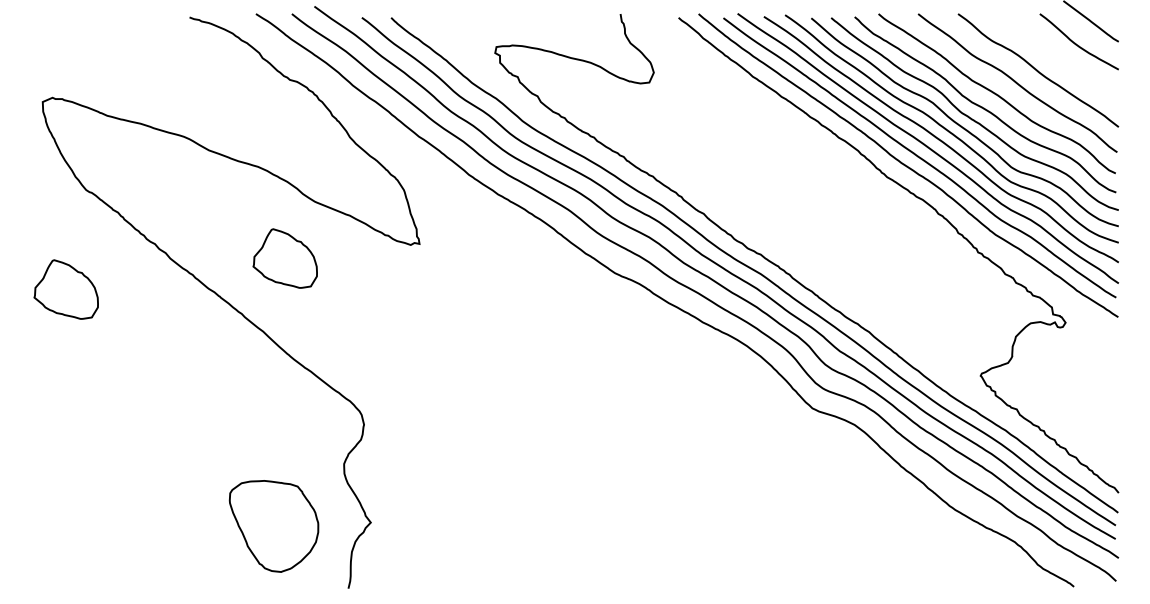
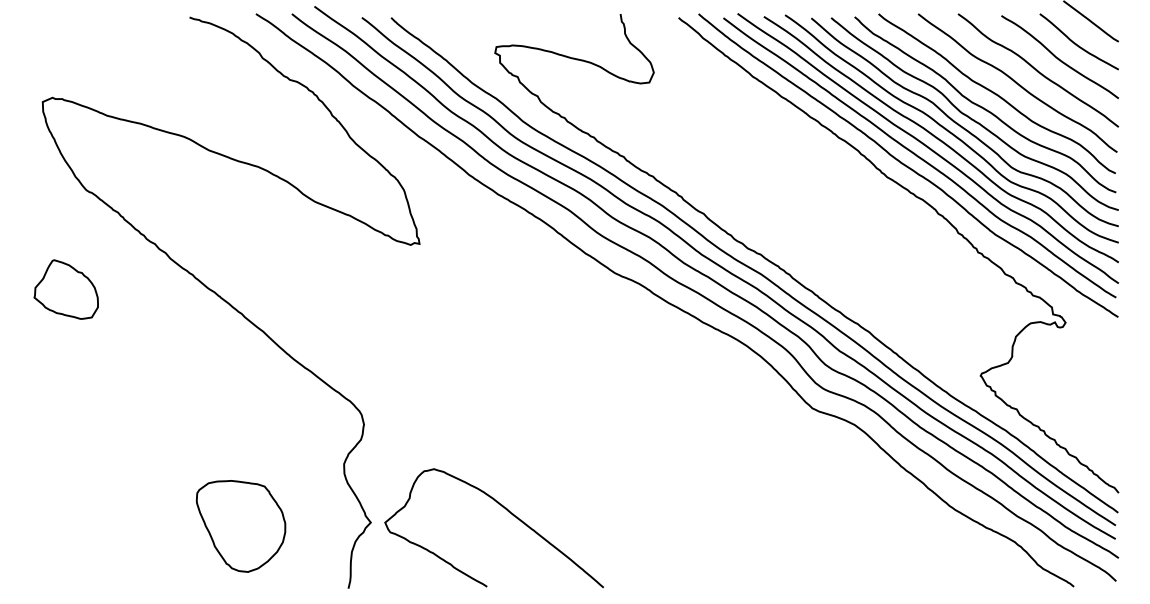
curve at (1058, 57): none -> present
part at (284, 258): present -> none
curve at (508, 512): none -> present
part at (273, 526) position: (273, 526) -> (240, 526)
